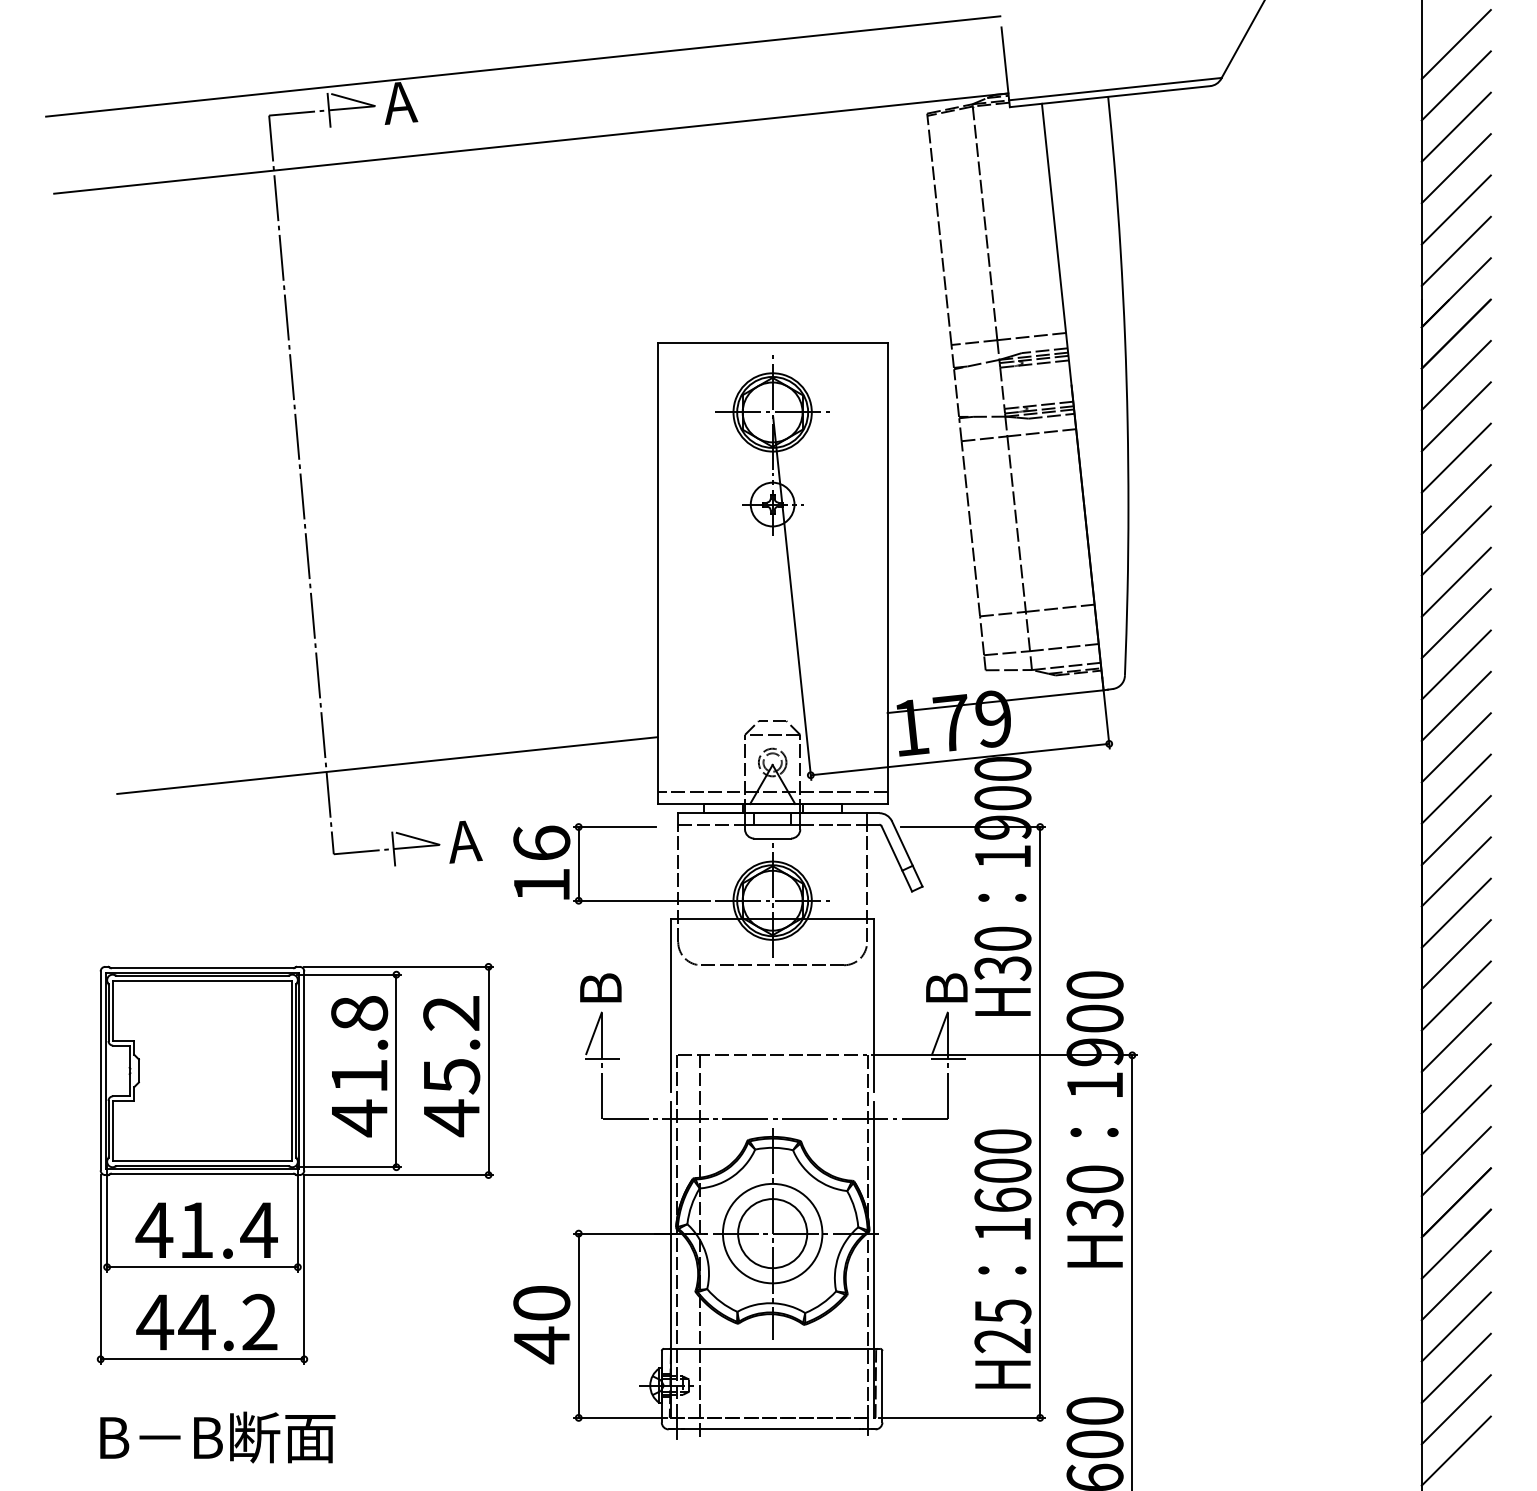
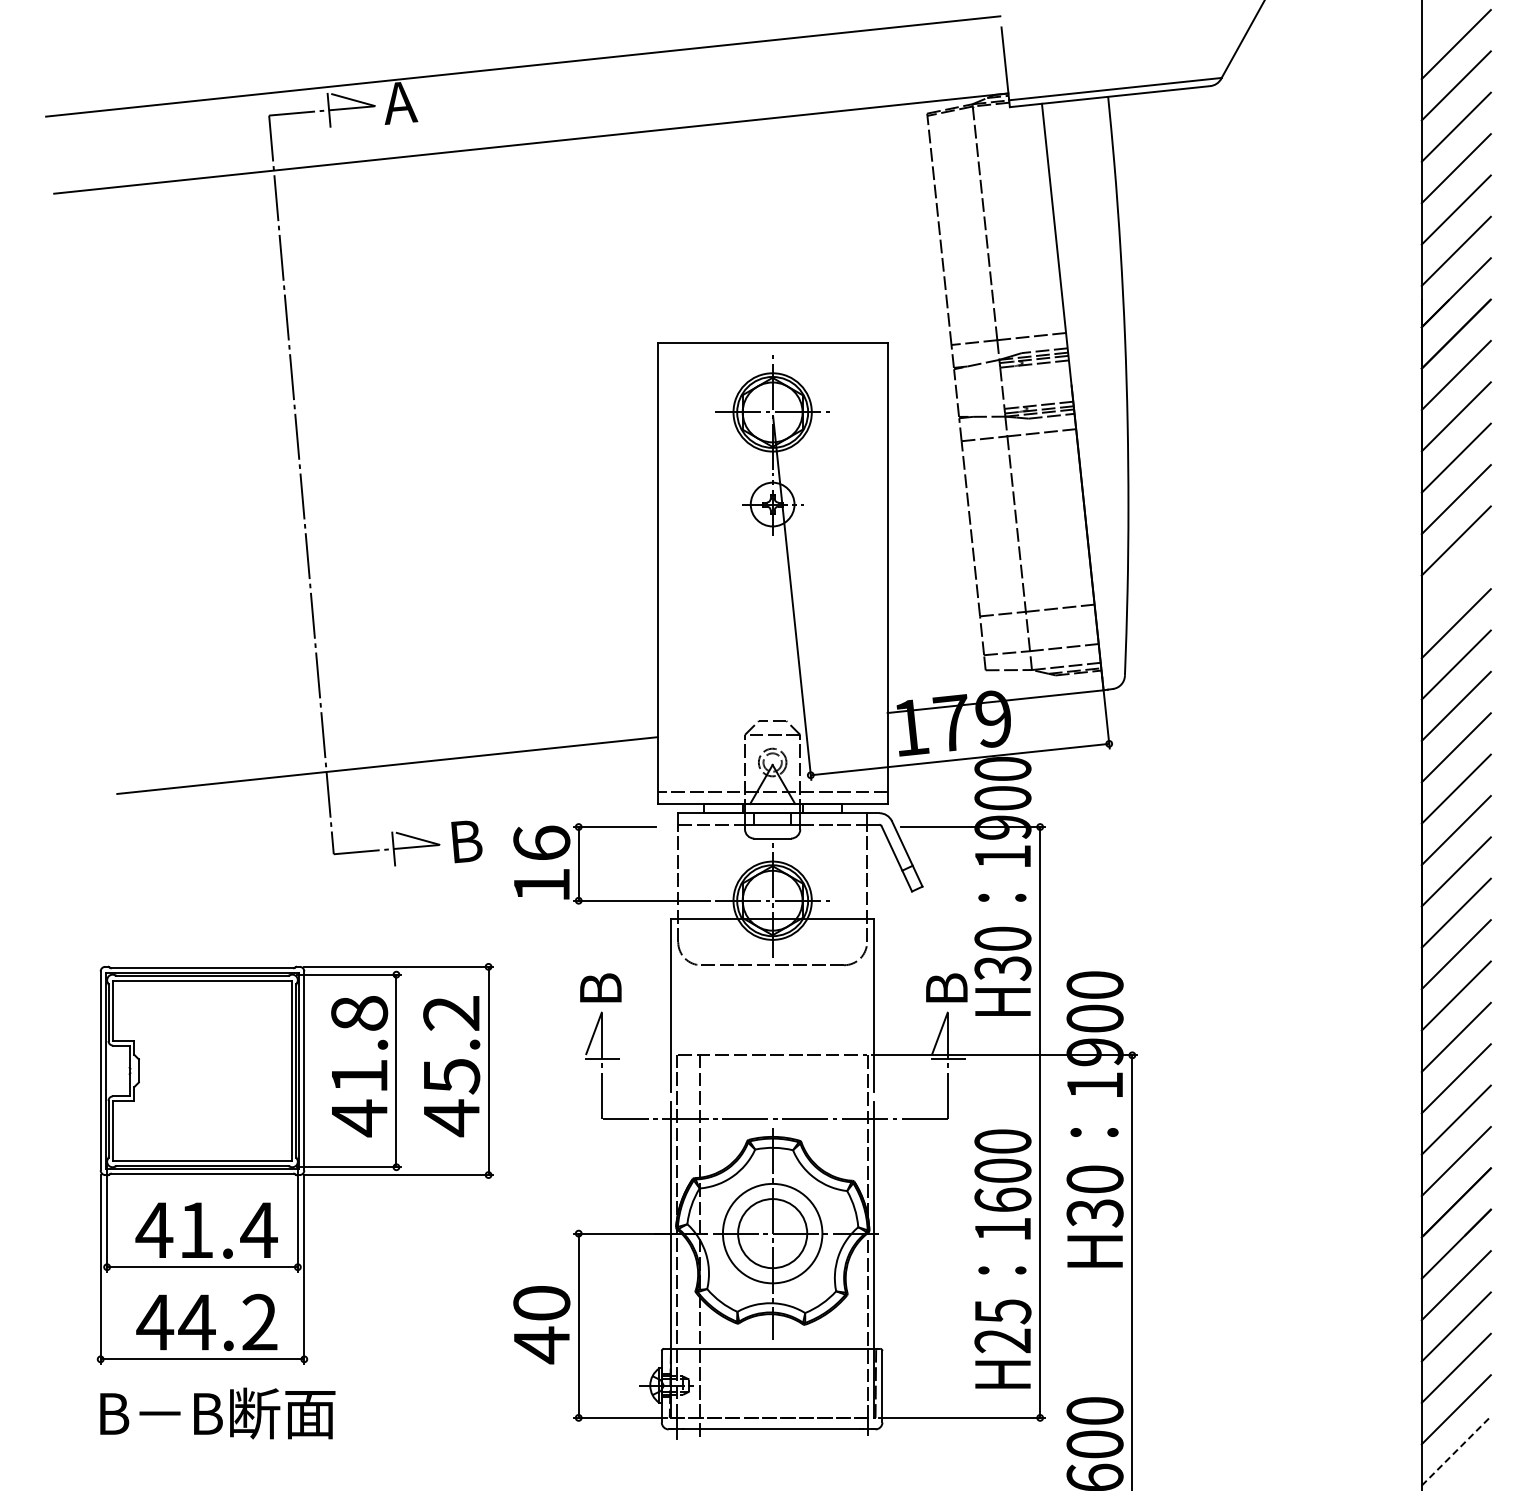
line at (1455, 581): present -> none
text at (465, 841): A -> B
text at (217, 1437) position: (217, 1437) -> (217, 1413)
line at (1456, 1451): solid -> dashed
